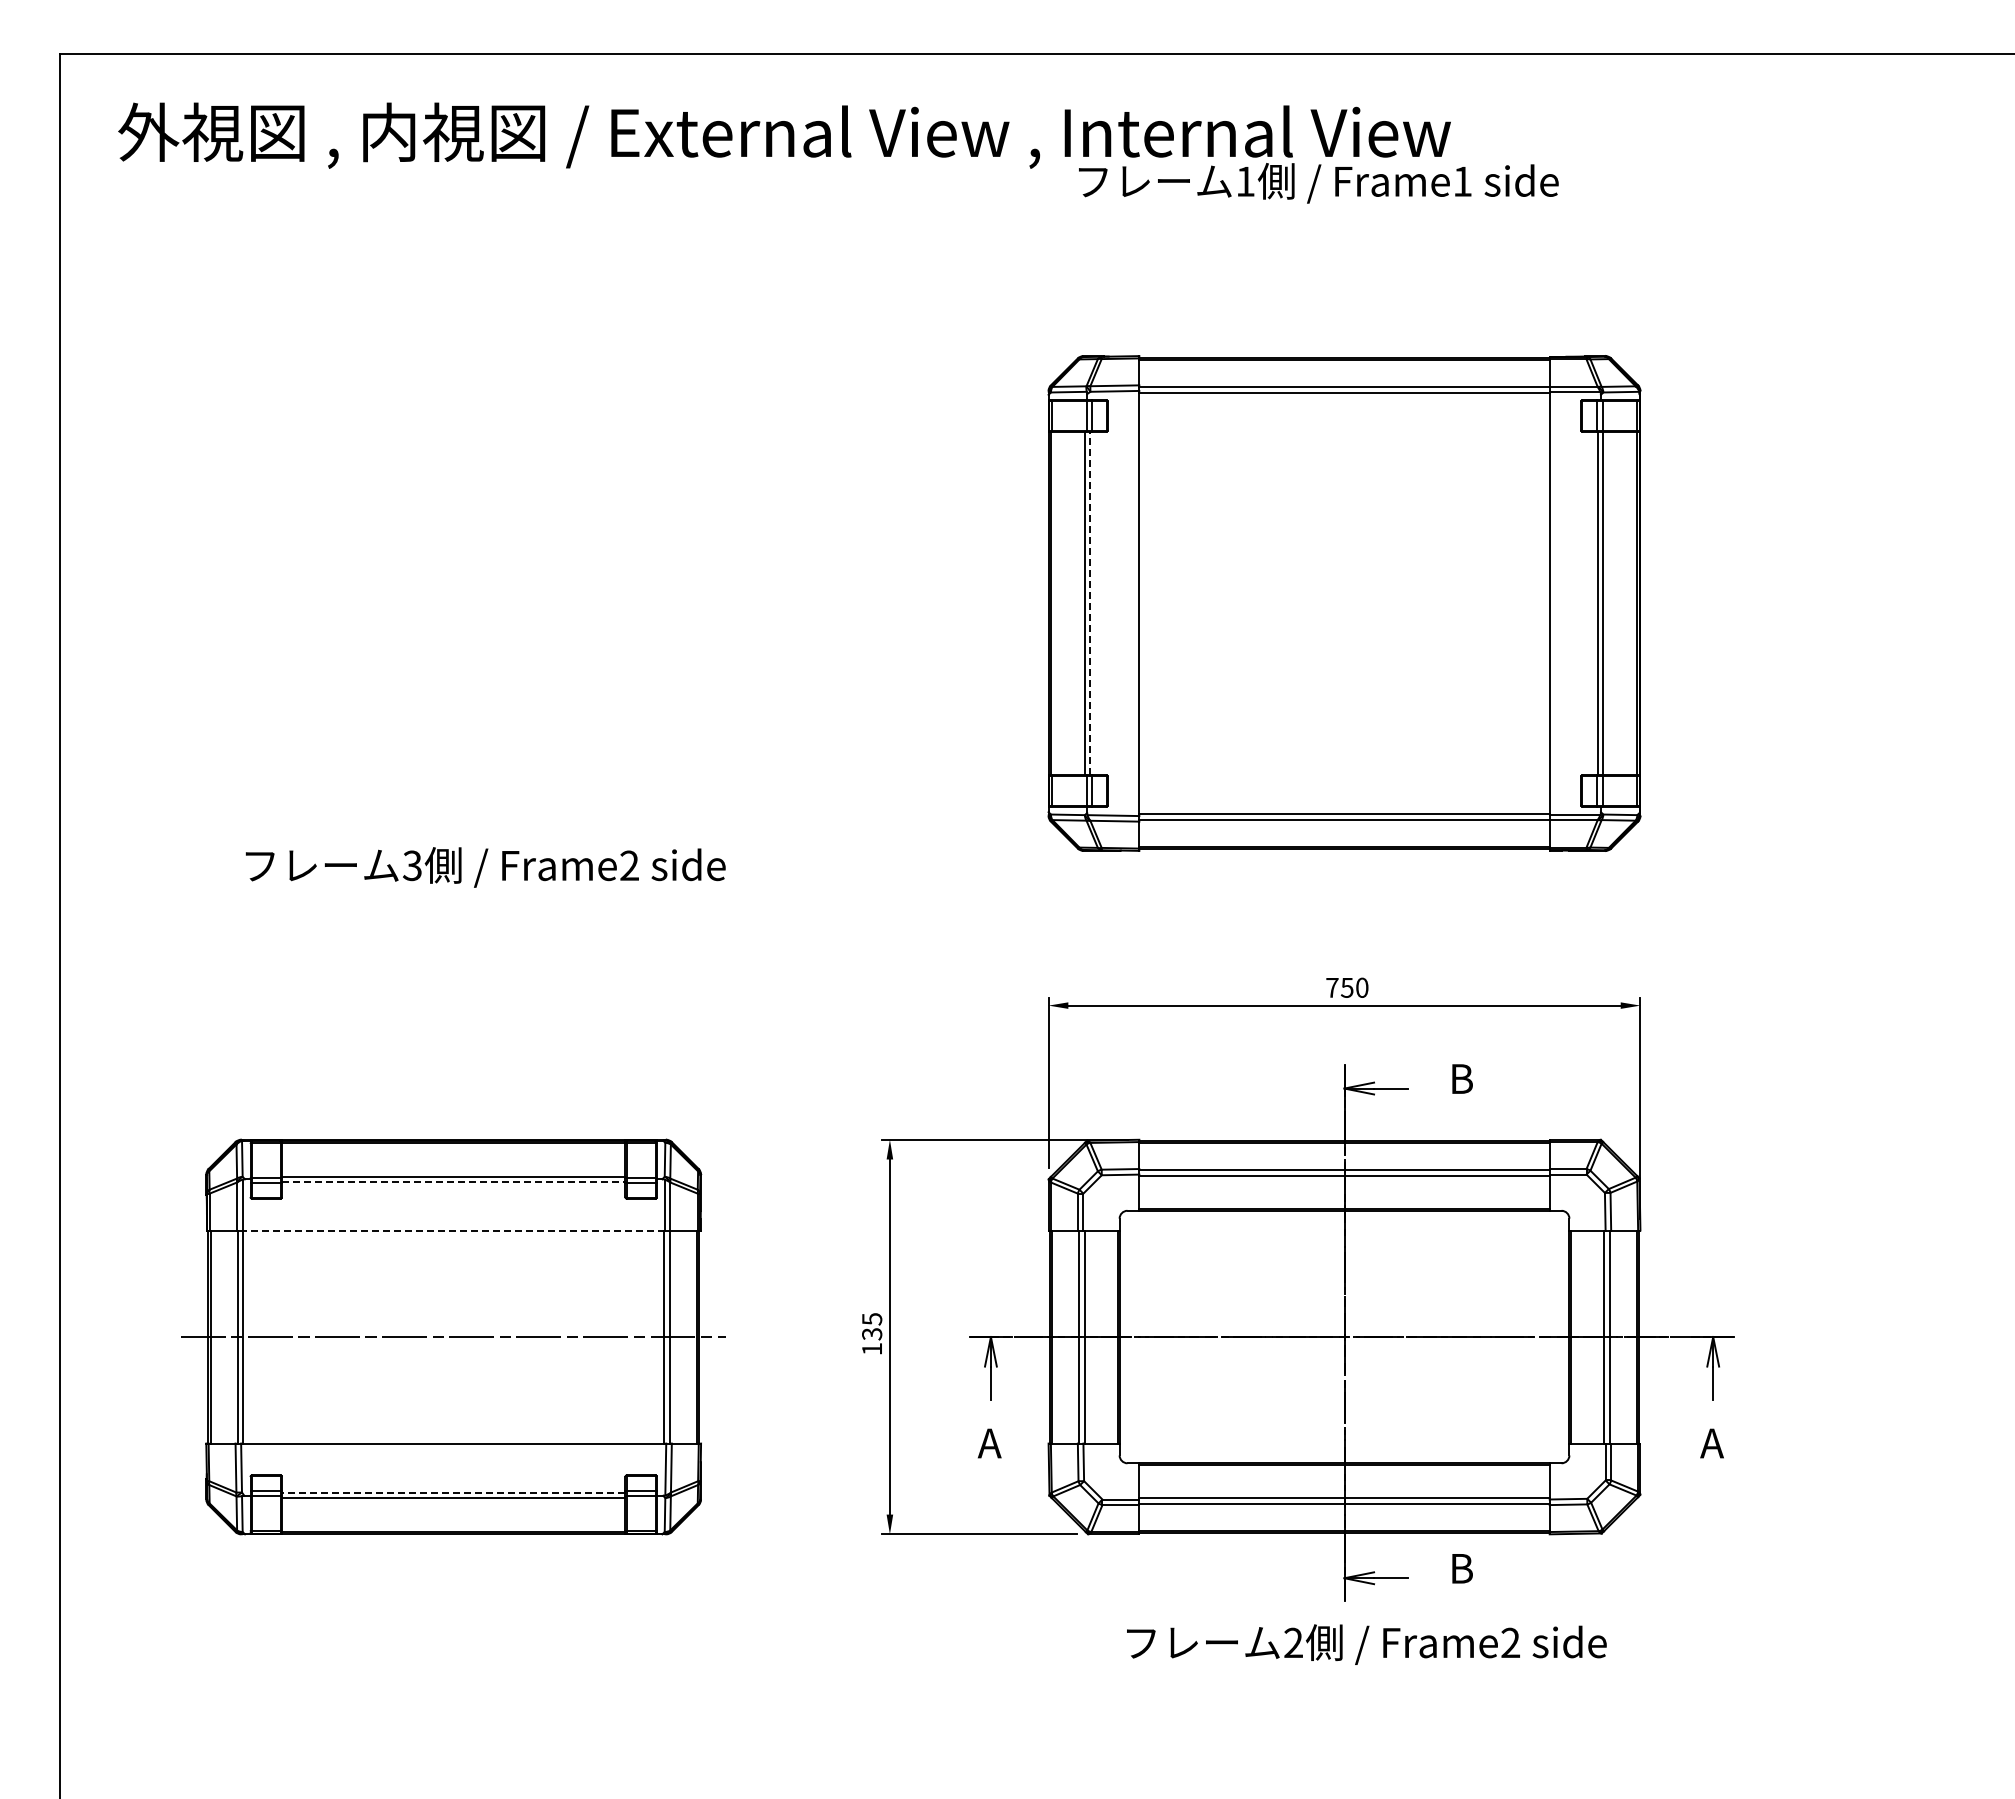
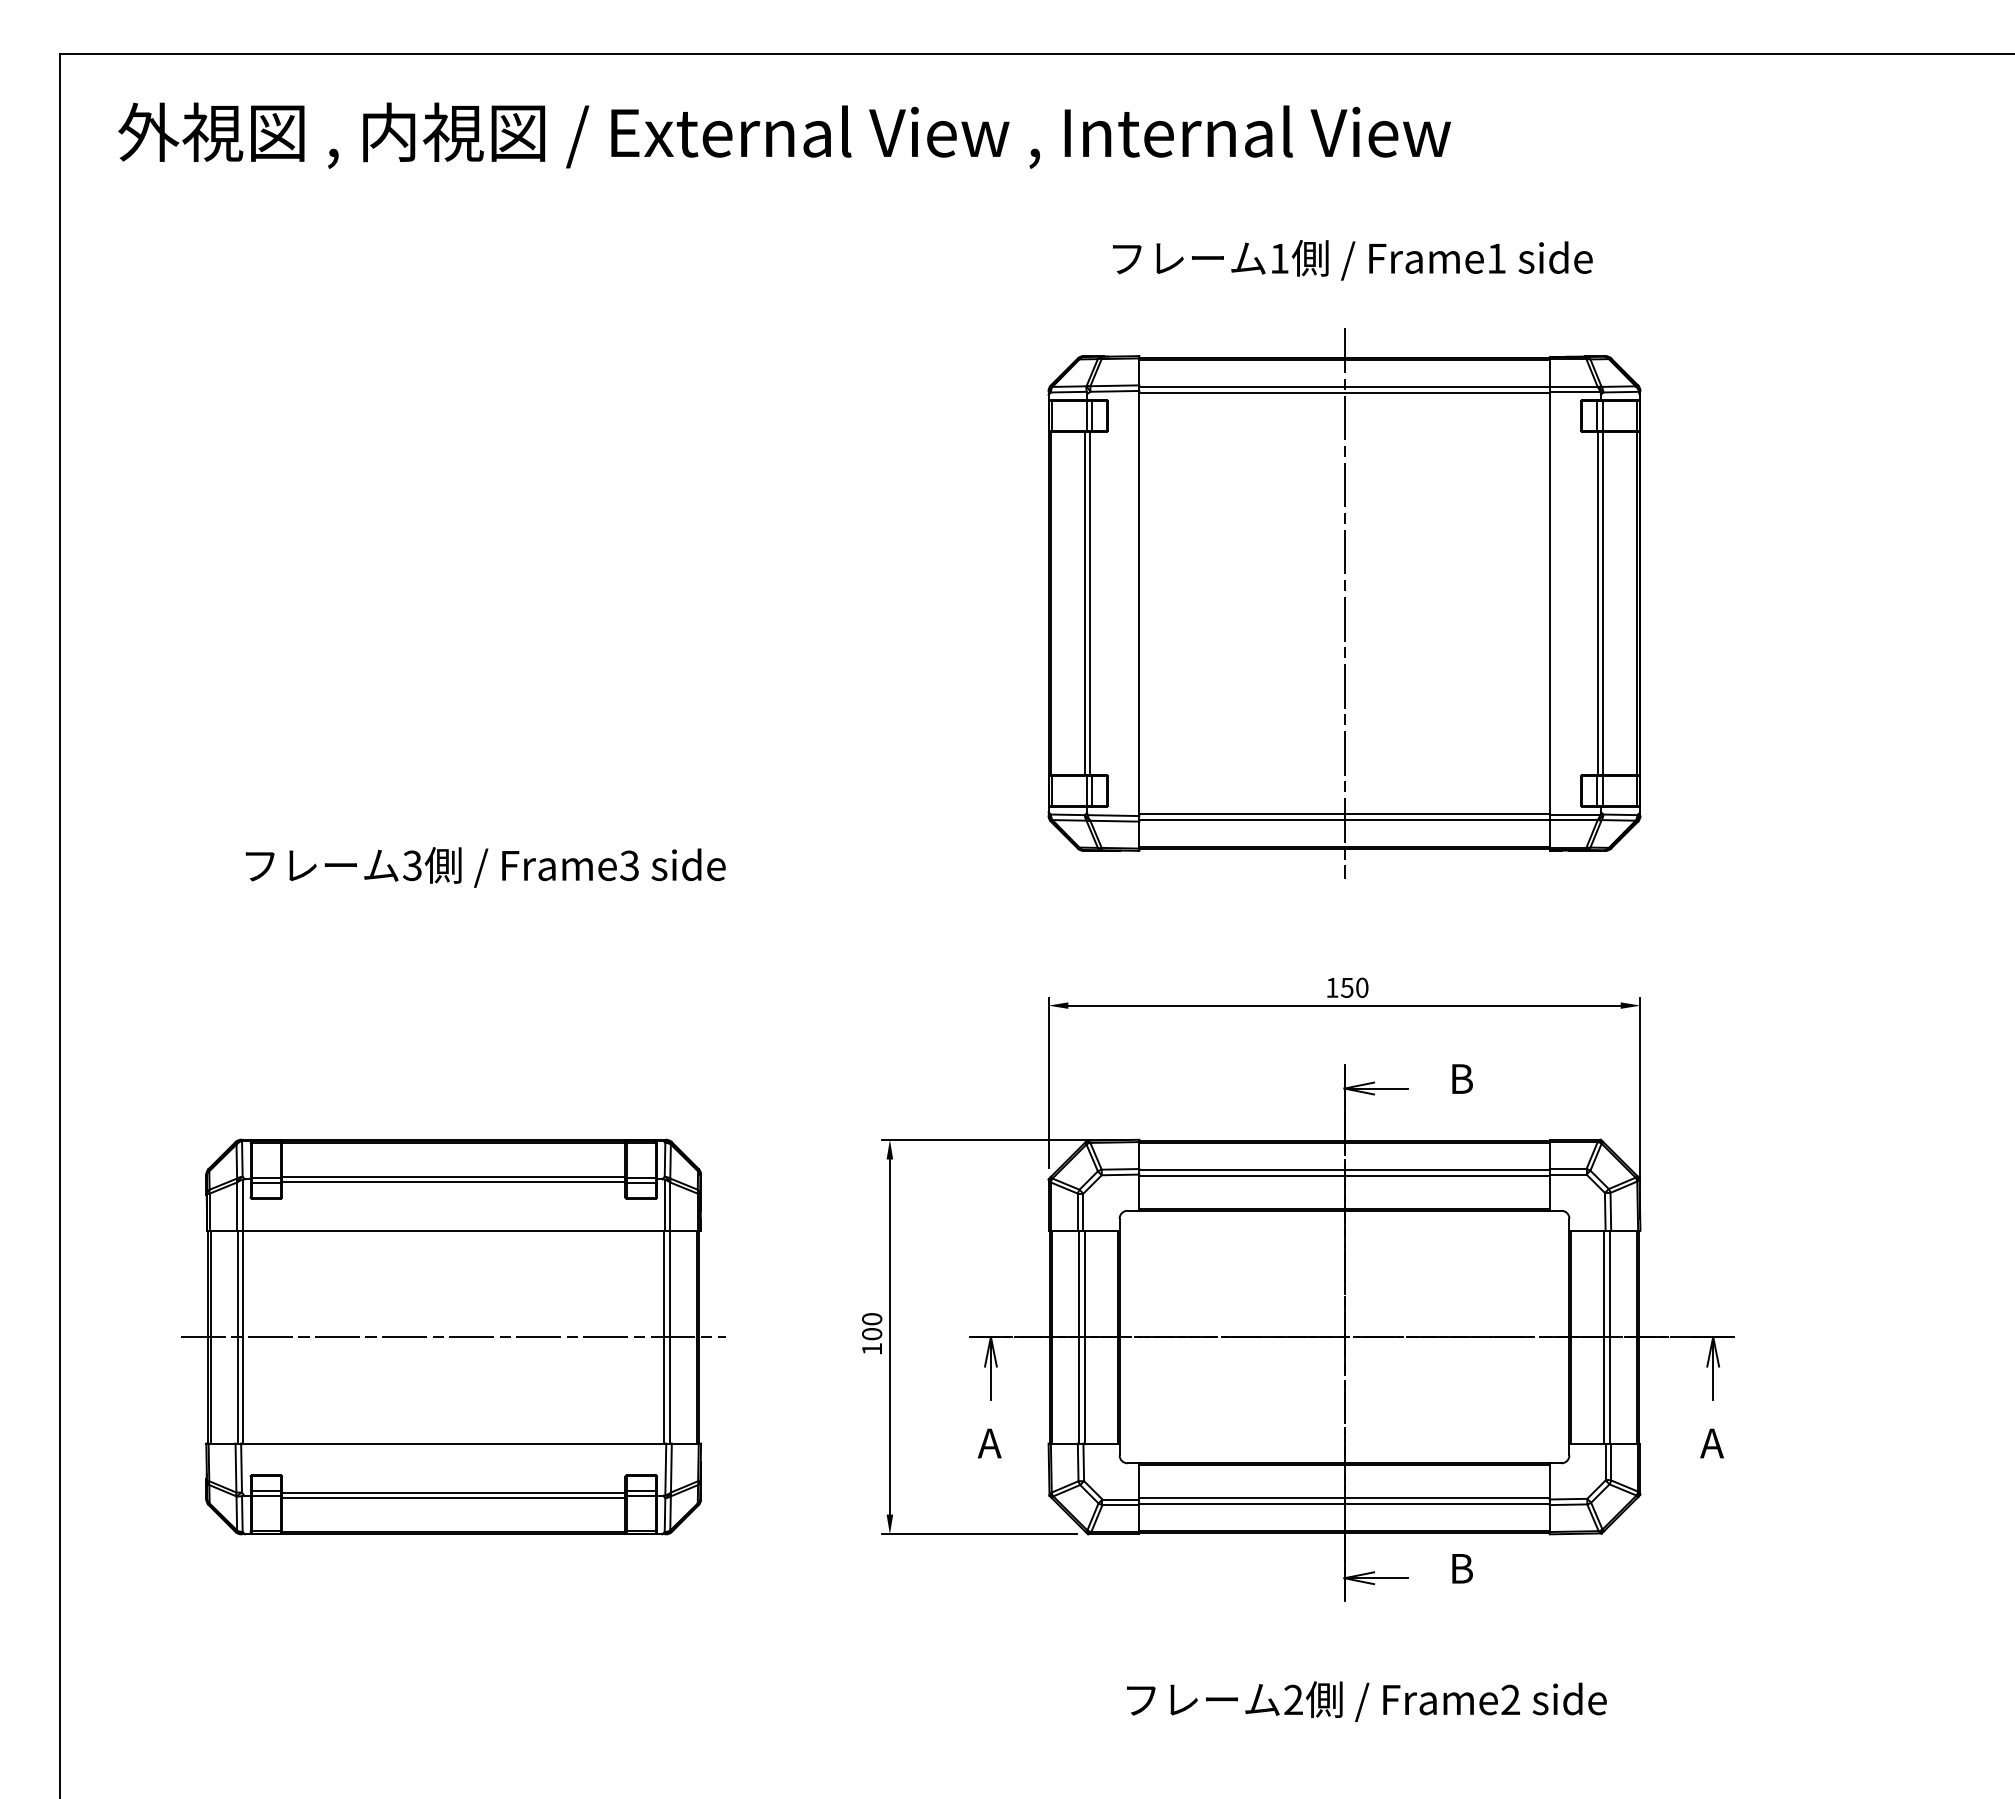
text at (1318, 183) position: (1318, 183) -> (1352, 260)
line at (1090, 603): dashed -> solid
line at (1344, 603): none -> present
text at (629, 866): Frame2 -> Frame3
text at (1332, 987): 750 -> 150
line at (453, 1182): dashed -> solid
line at (453, 1230): dashed -> solid
text at (872, 1326): 135 -> 100
line at (453, 1492): dashed -> solid
text at (1366, 1644) position: (1366, 1644) -> (1366, 1701)
